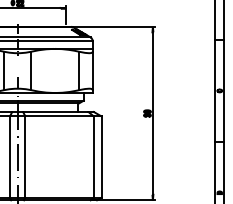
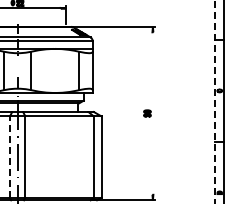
line at (215, 101): solid -> dashed
line at (152, 113): present -> none
line at (9, 157): solid -> dashed
